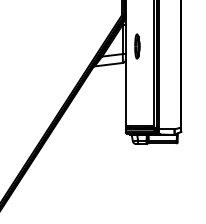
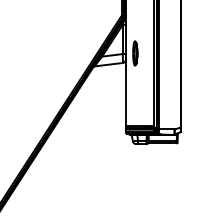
part at (137, 46) position: (137, 46) -> (135, 53)
